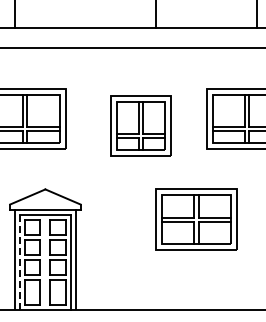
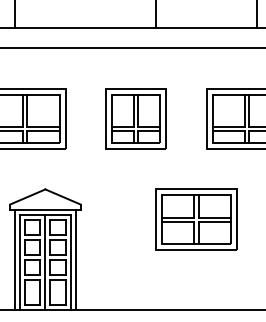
part at (140, 125) position: (140, 125) -> (135, 118)
line at (20, 262): dashed -> solid
line at (45, 262): none -> present
